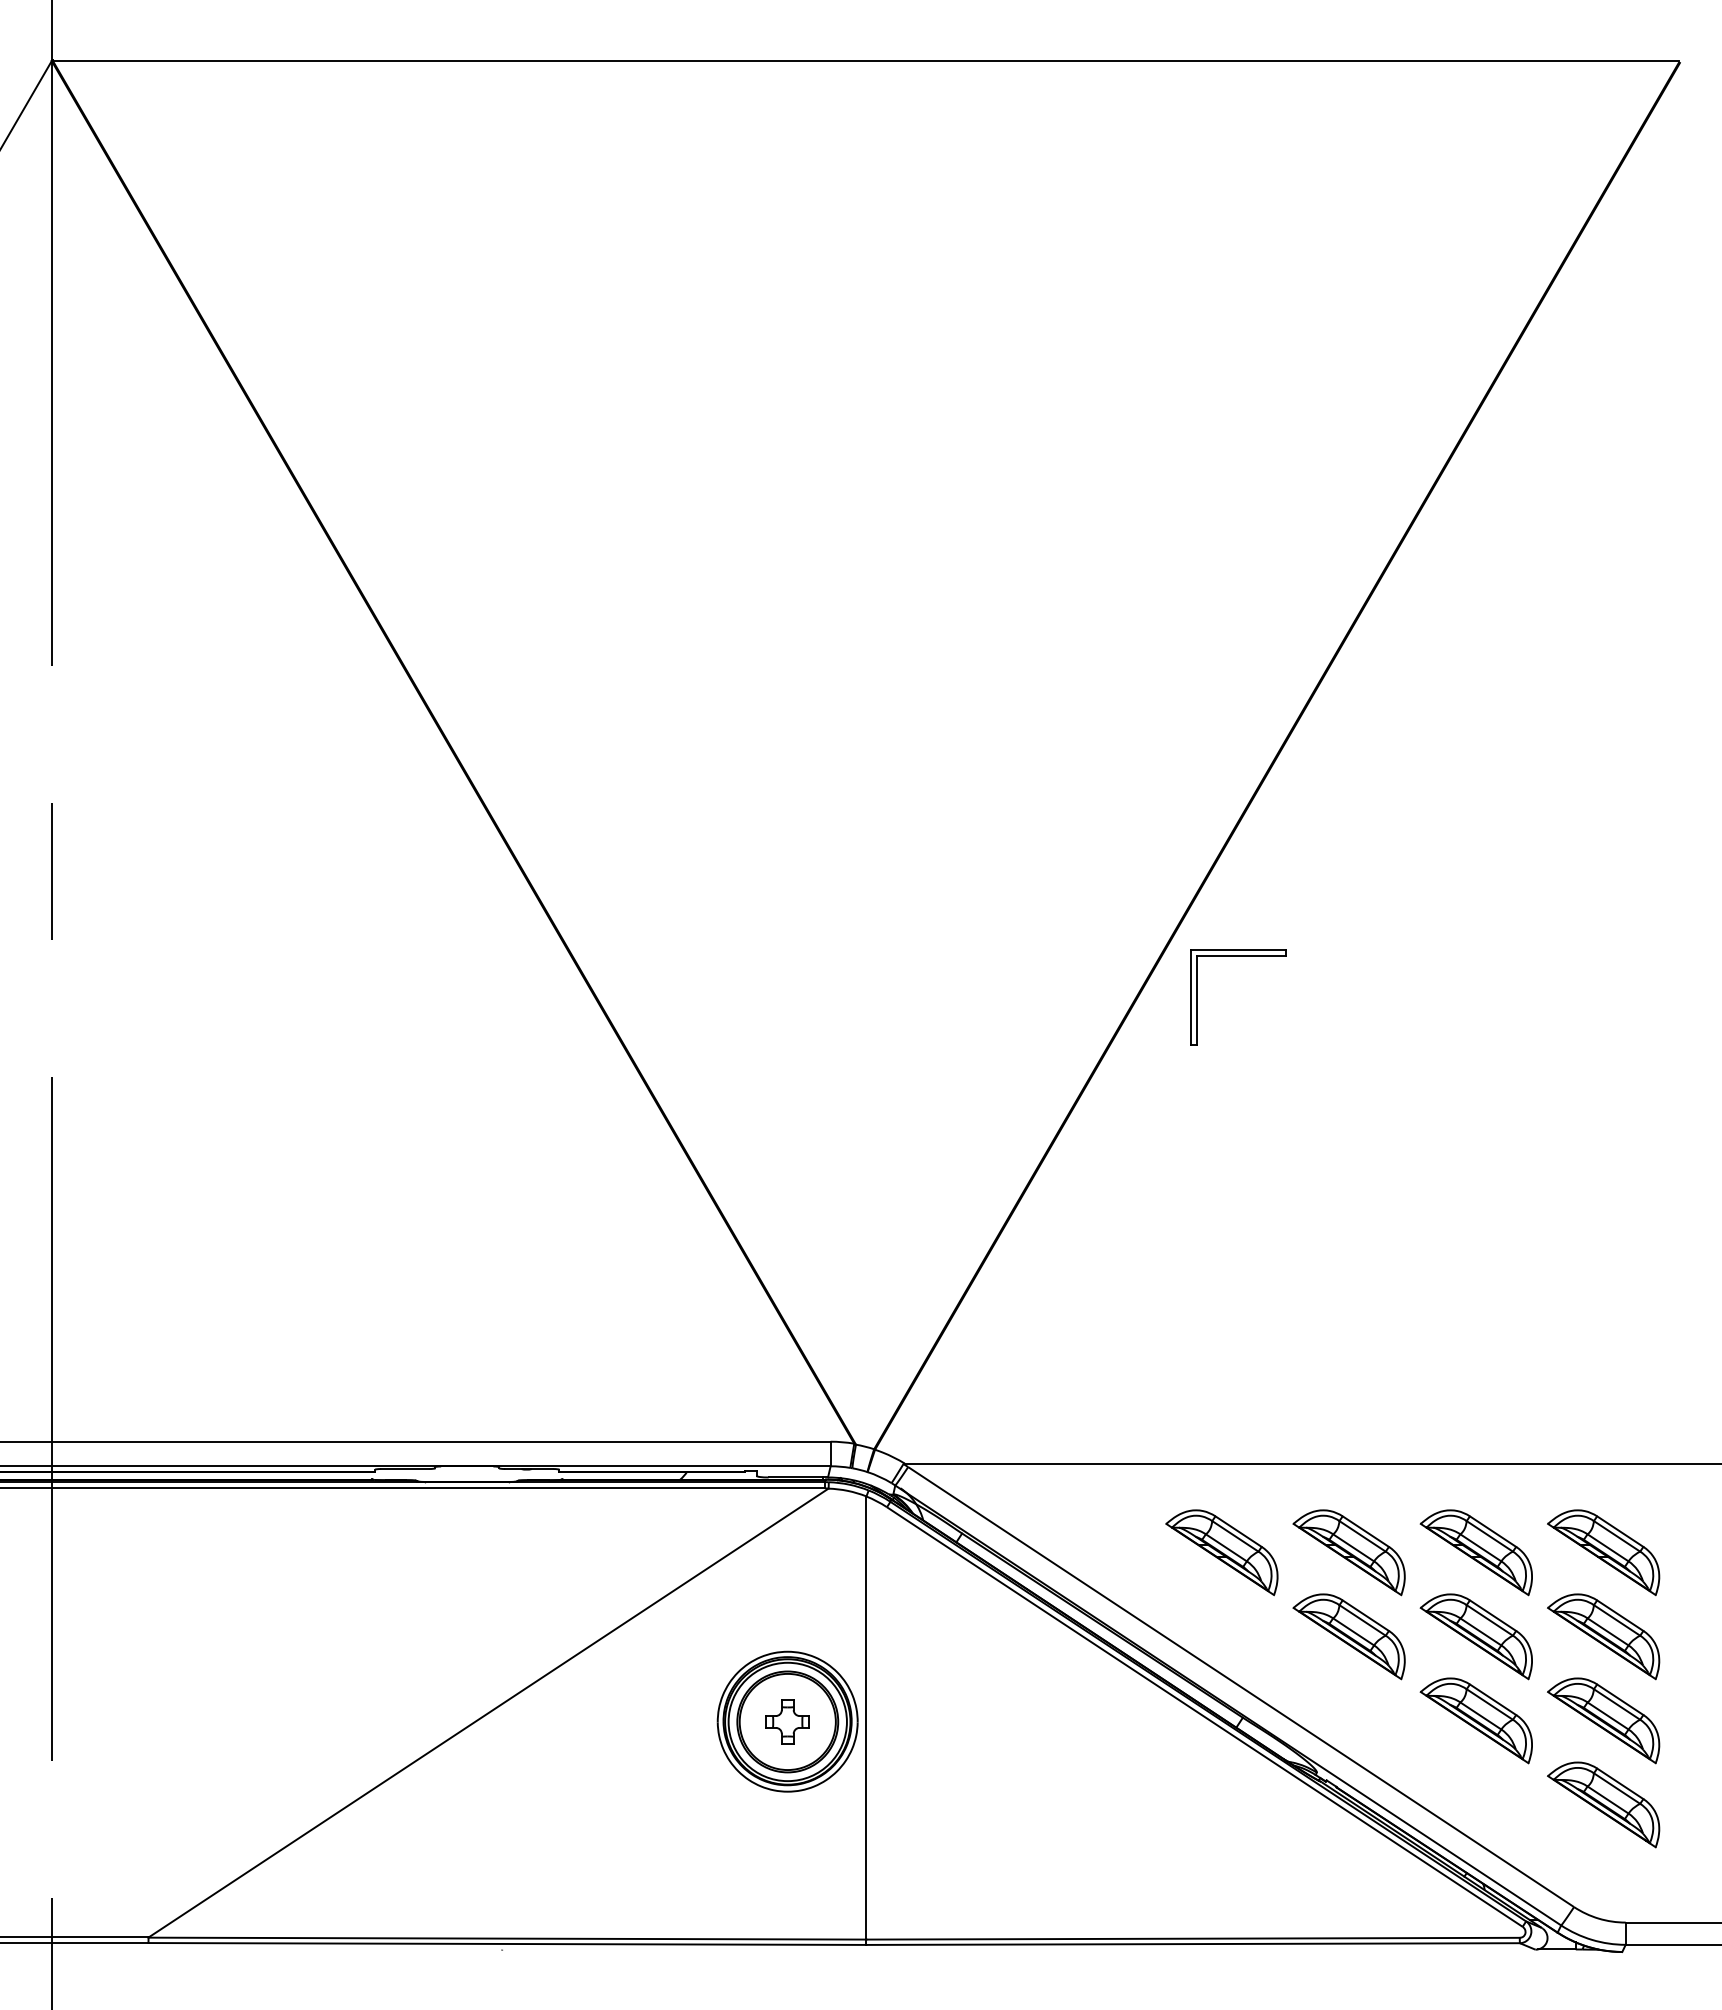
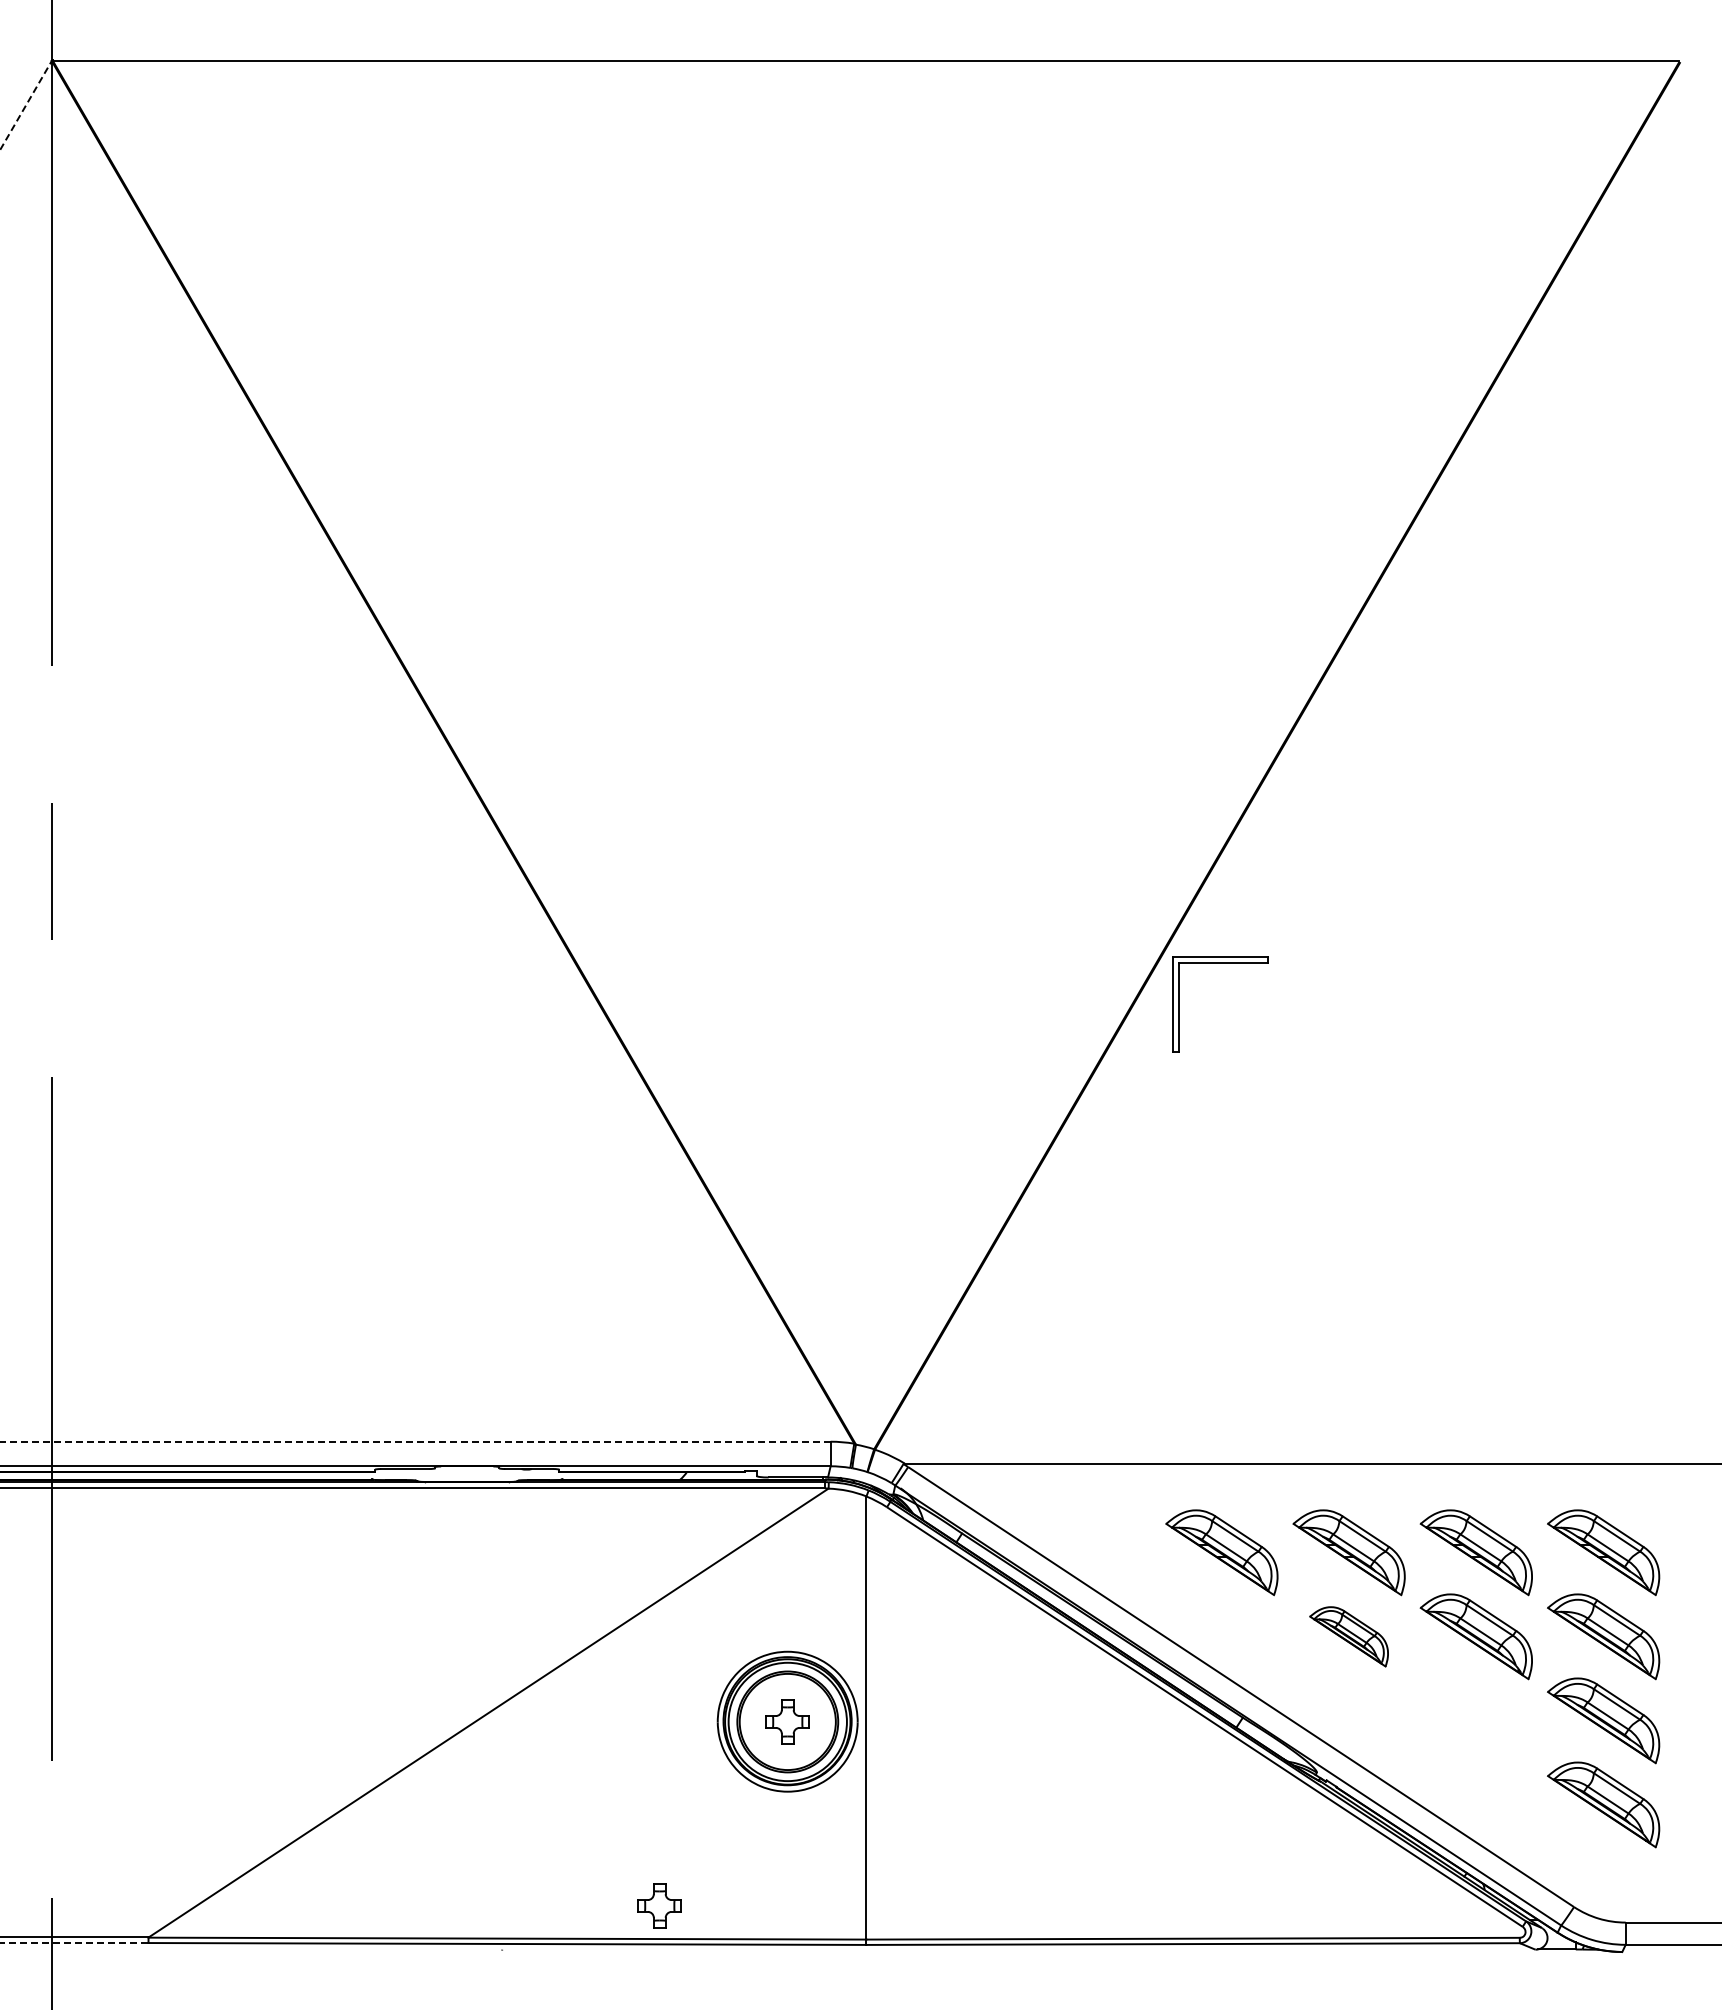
line at (26, 105): solid -> dashed
part at (1238, 956) position: (1238, 956) -> (1220, 963)
line at (415, 1441): solid -> dashed
part at (1348, 1636) size: 114x88 px -> 80x62 px
part at (1475, 1720): present -> none
part at (659, 1905): none -> present
line at (74, 1943): solid -> dashed
